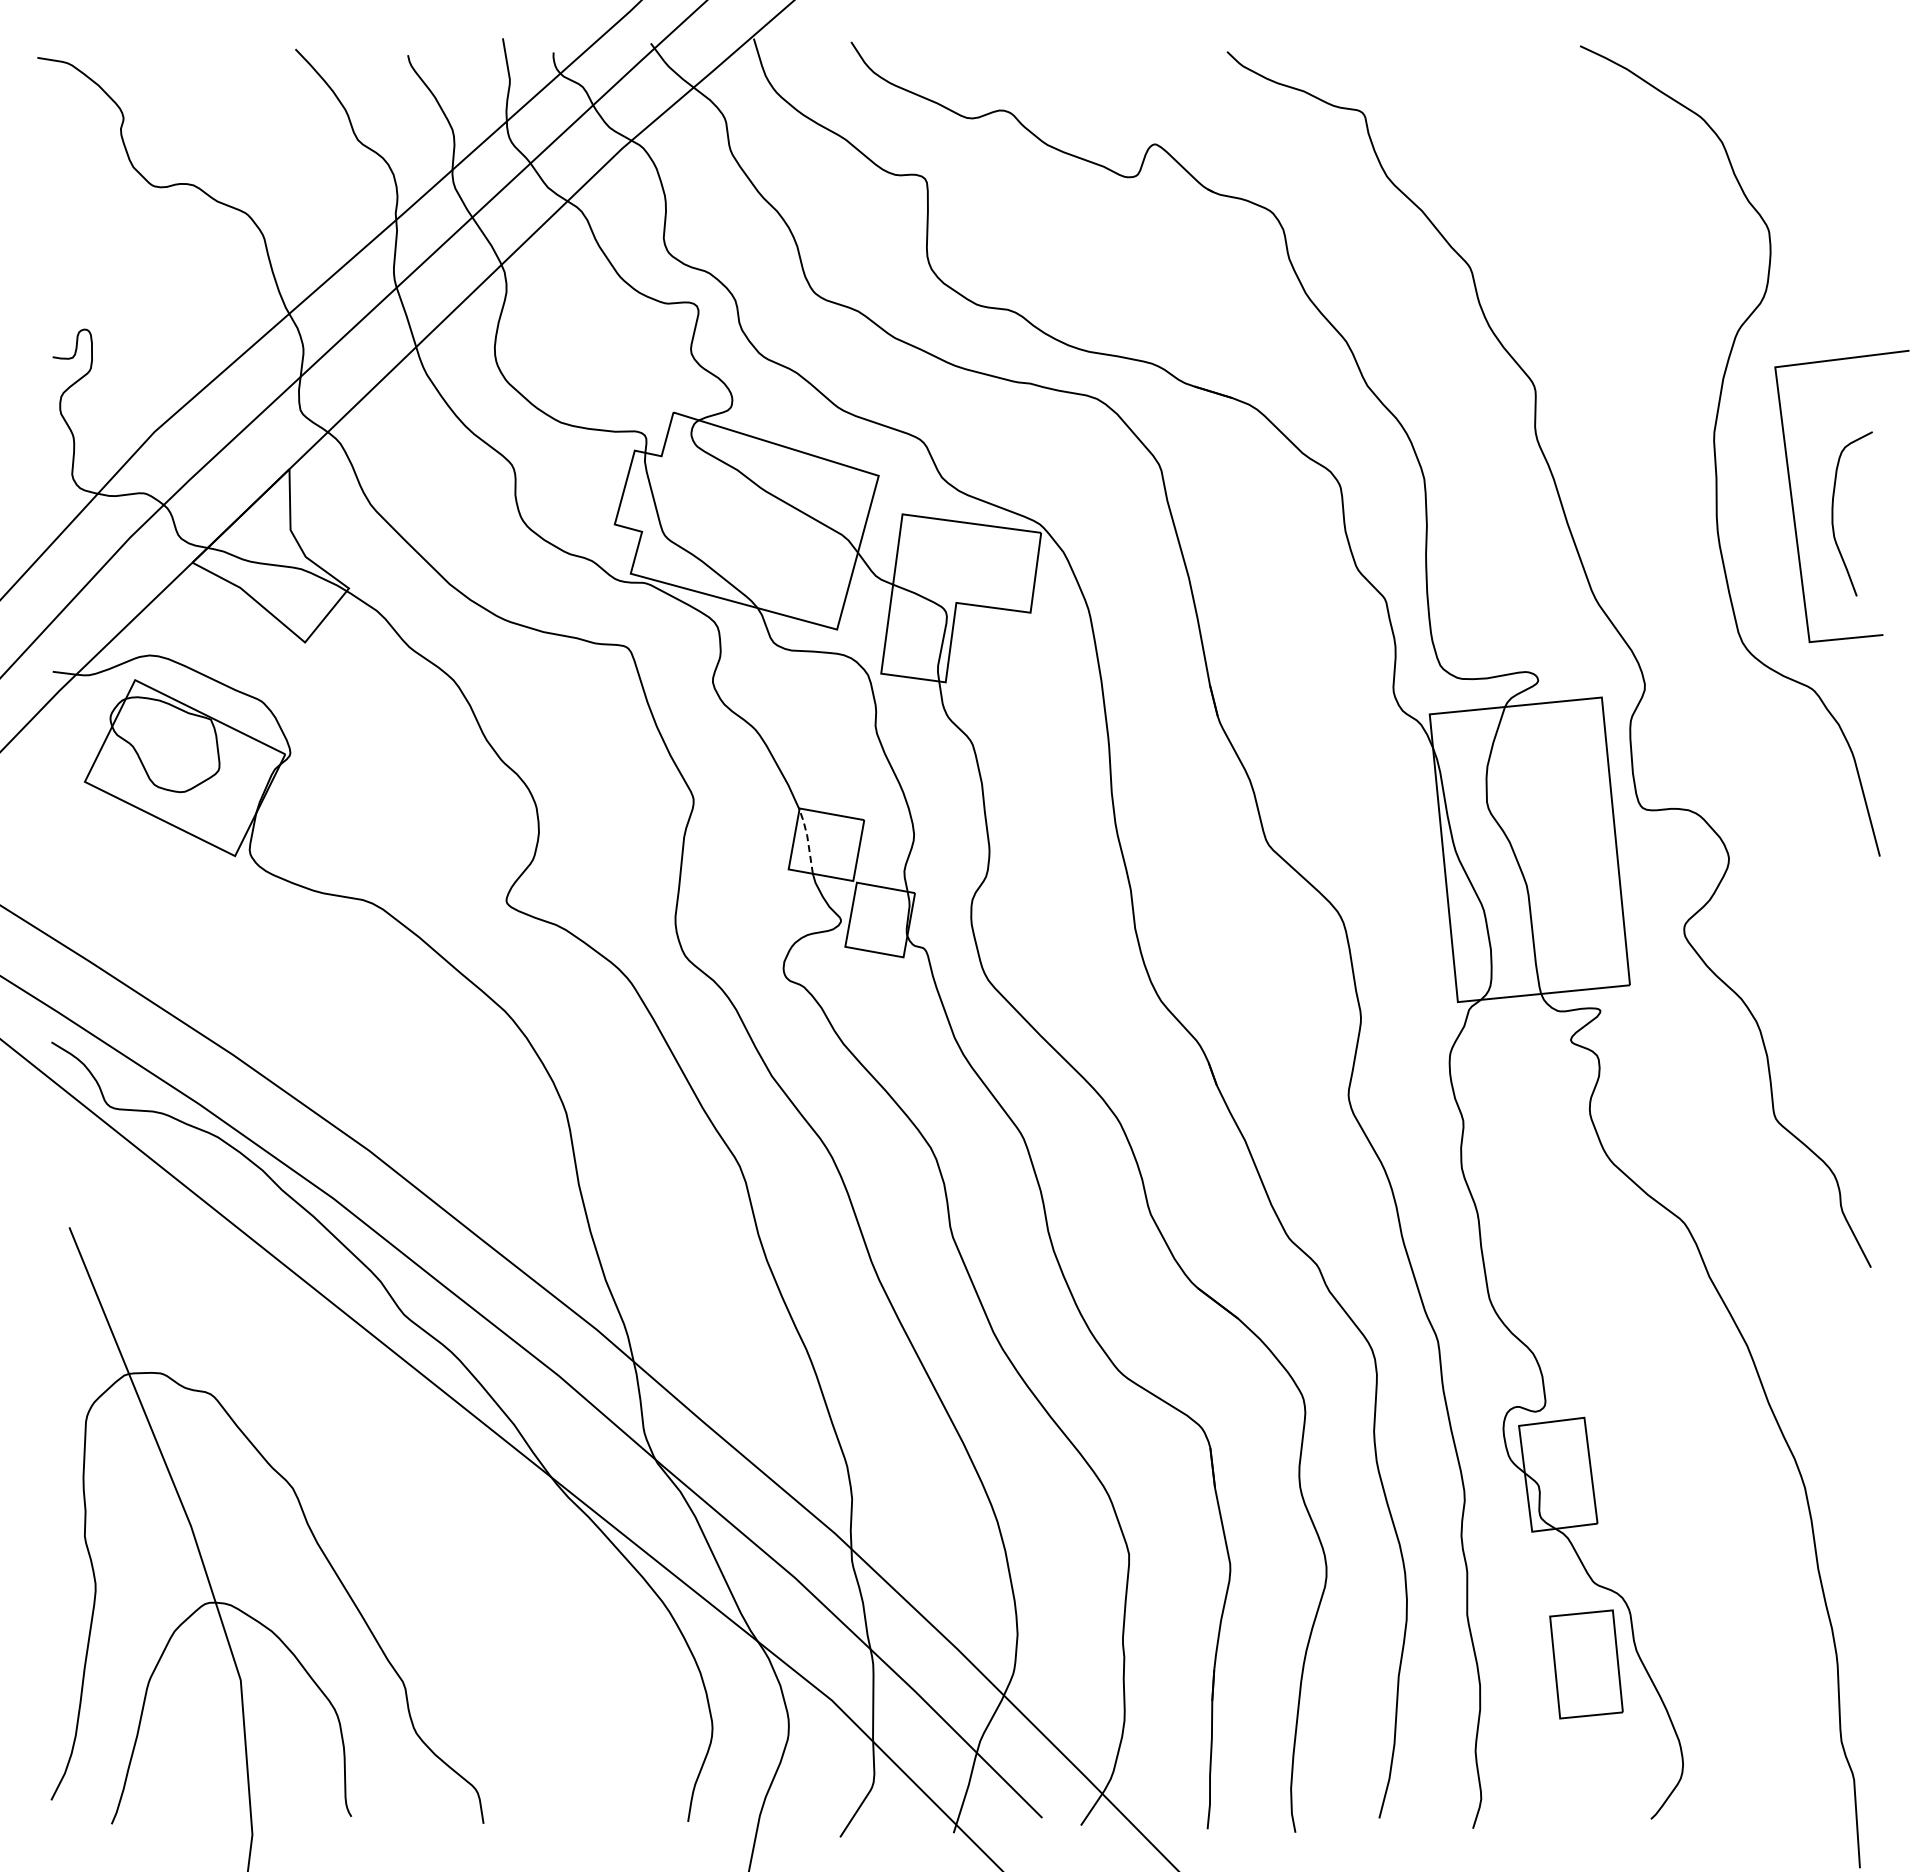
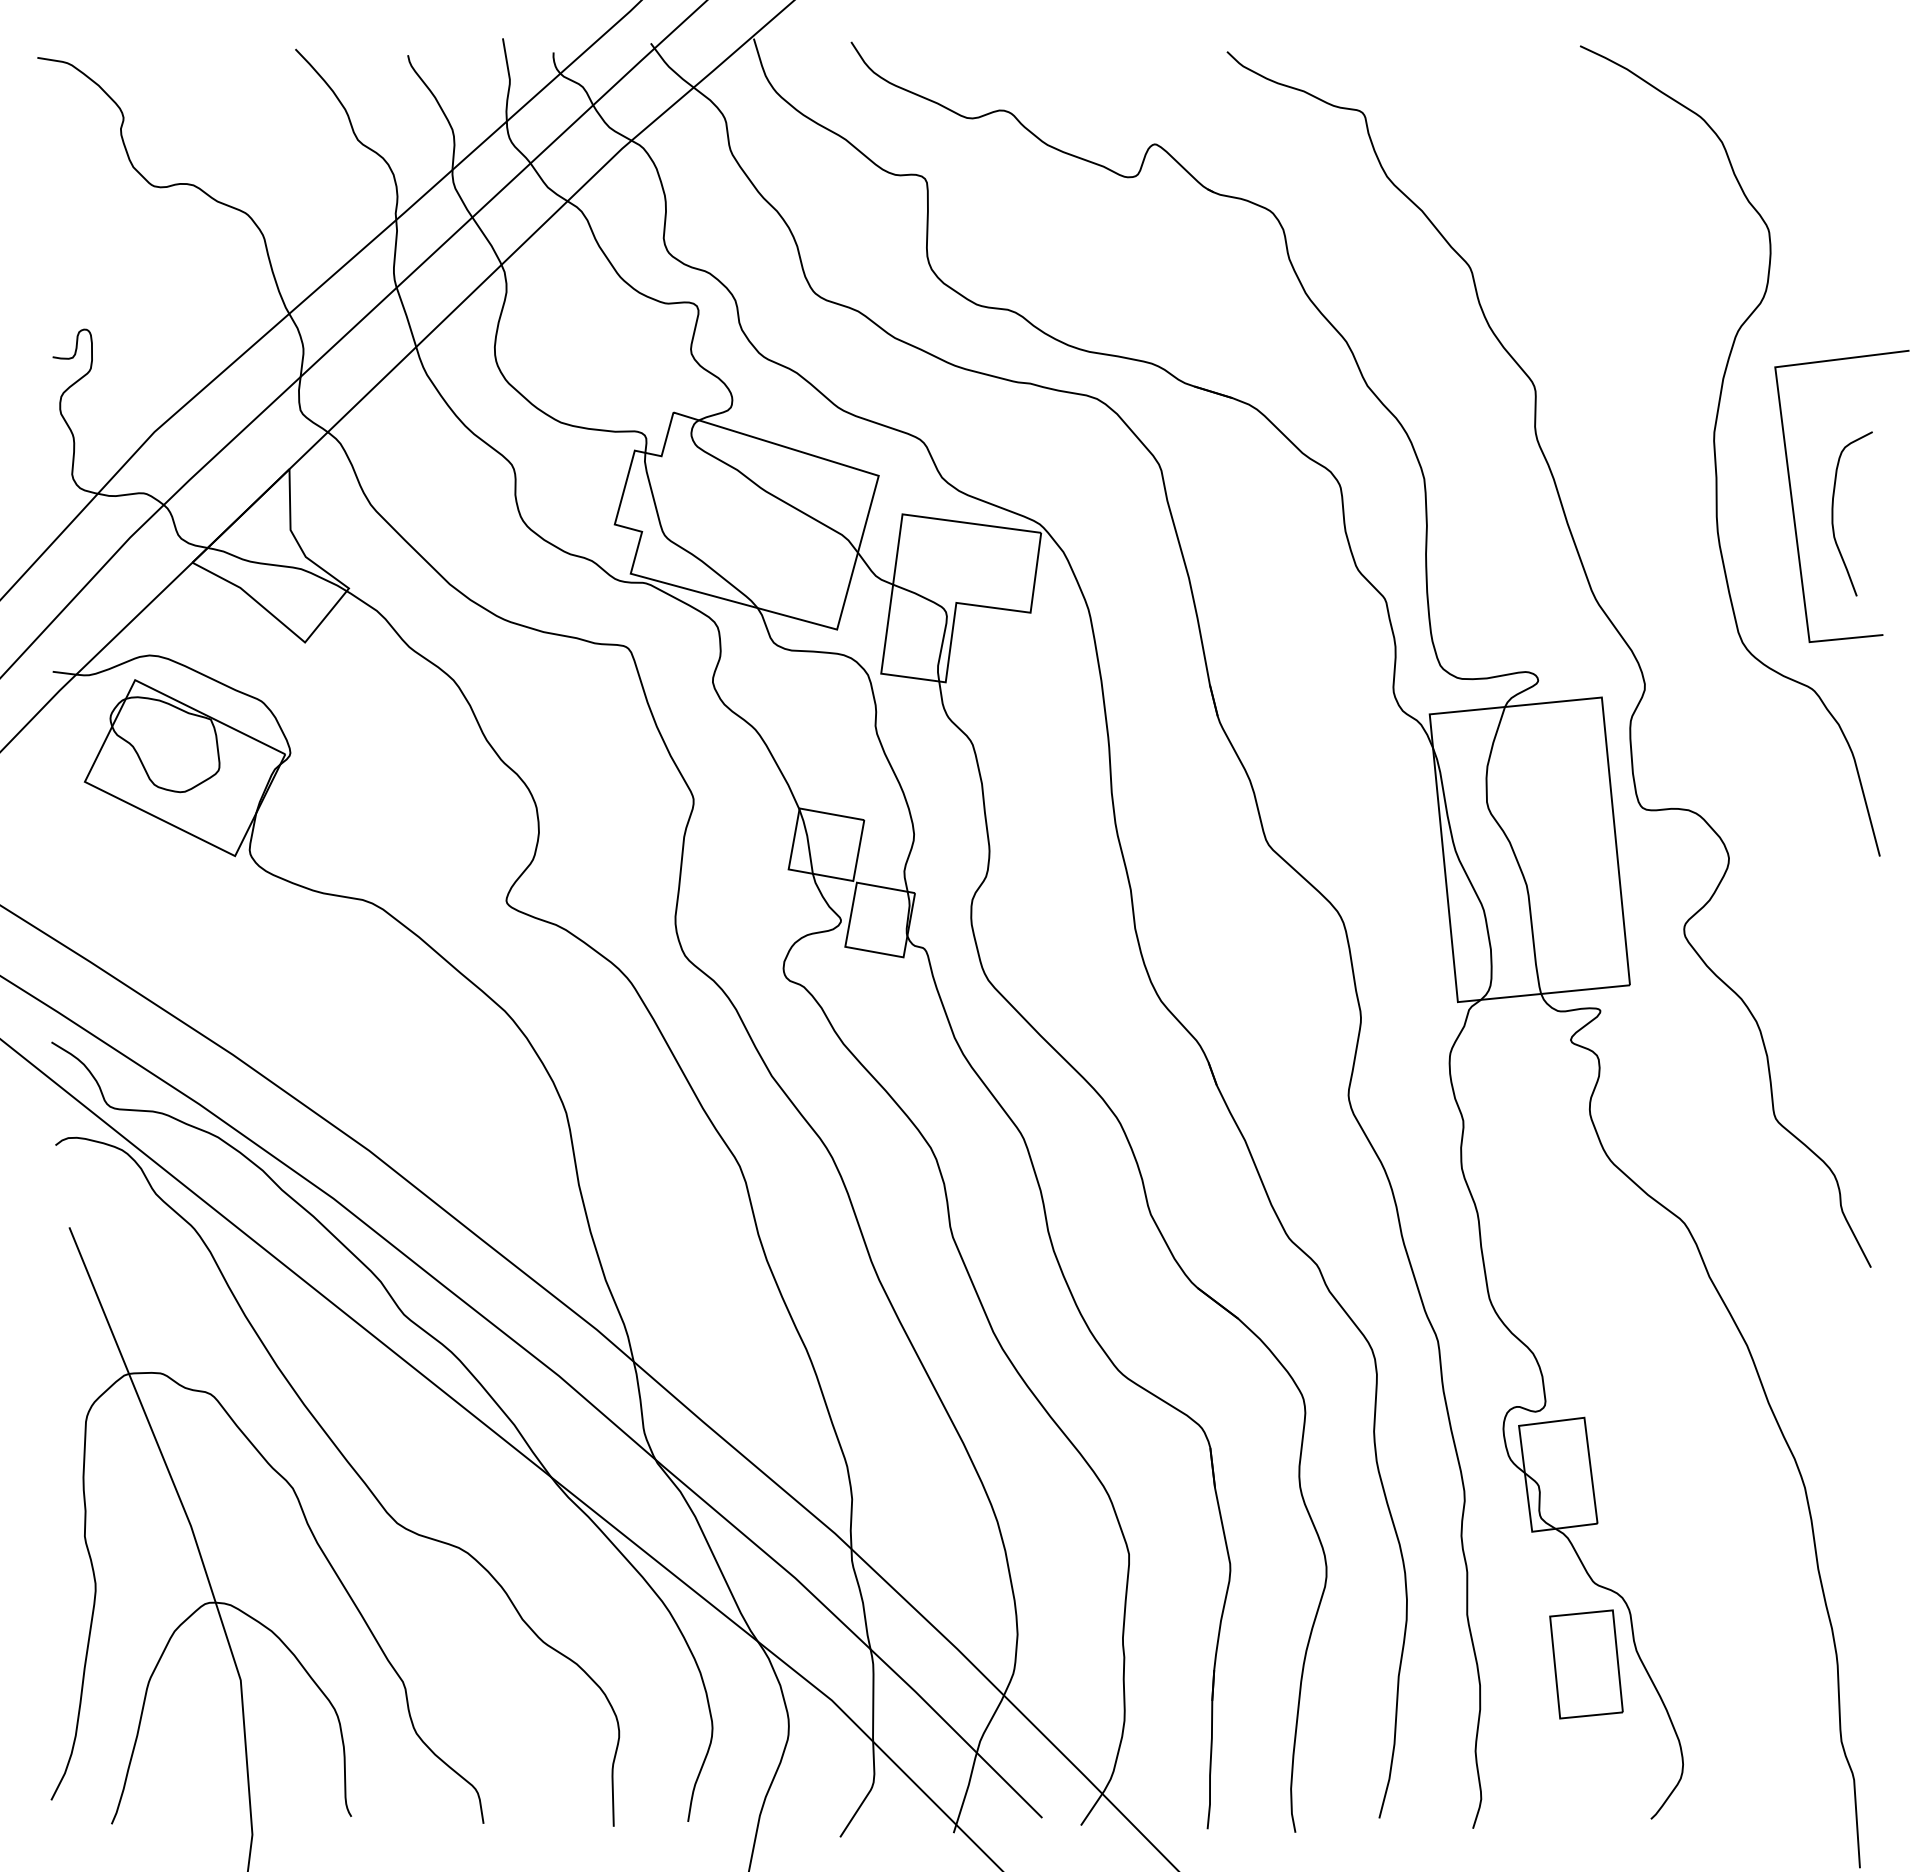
line at (807, 839): dashed -> solid
curve at (351, 1468): none -> present
